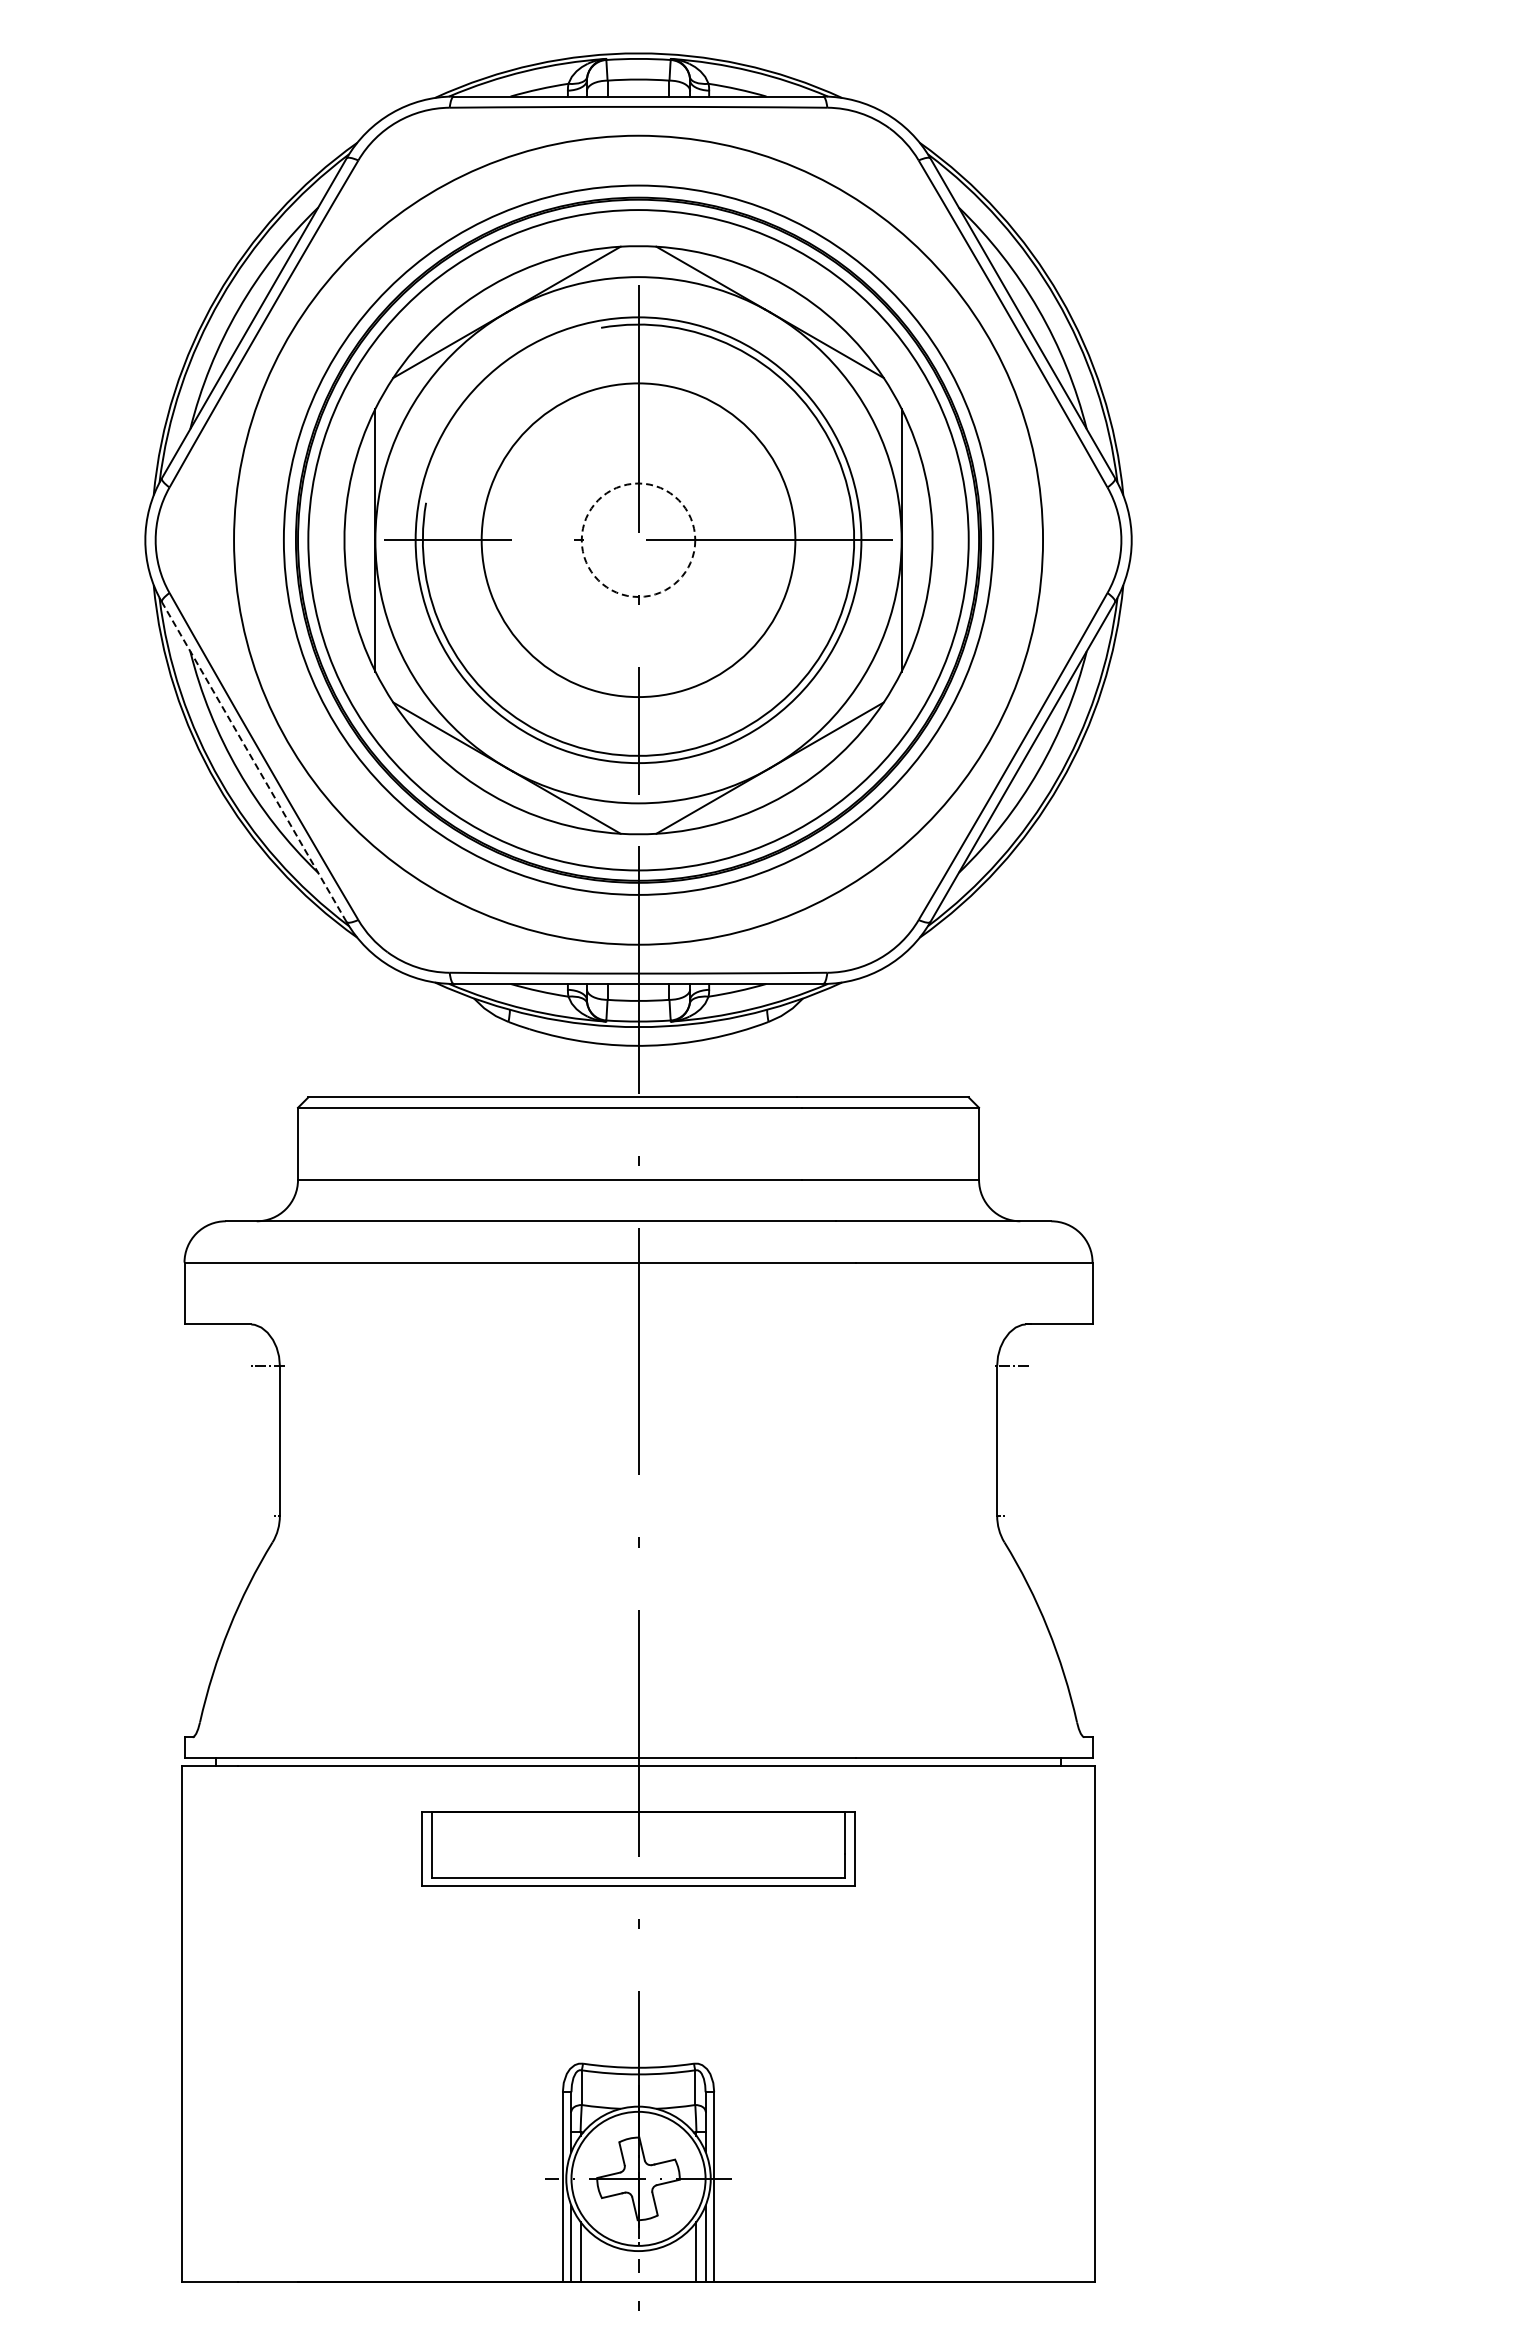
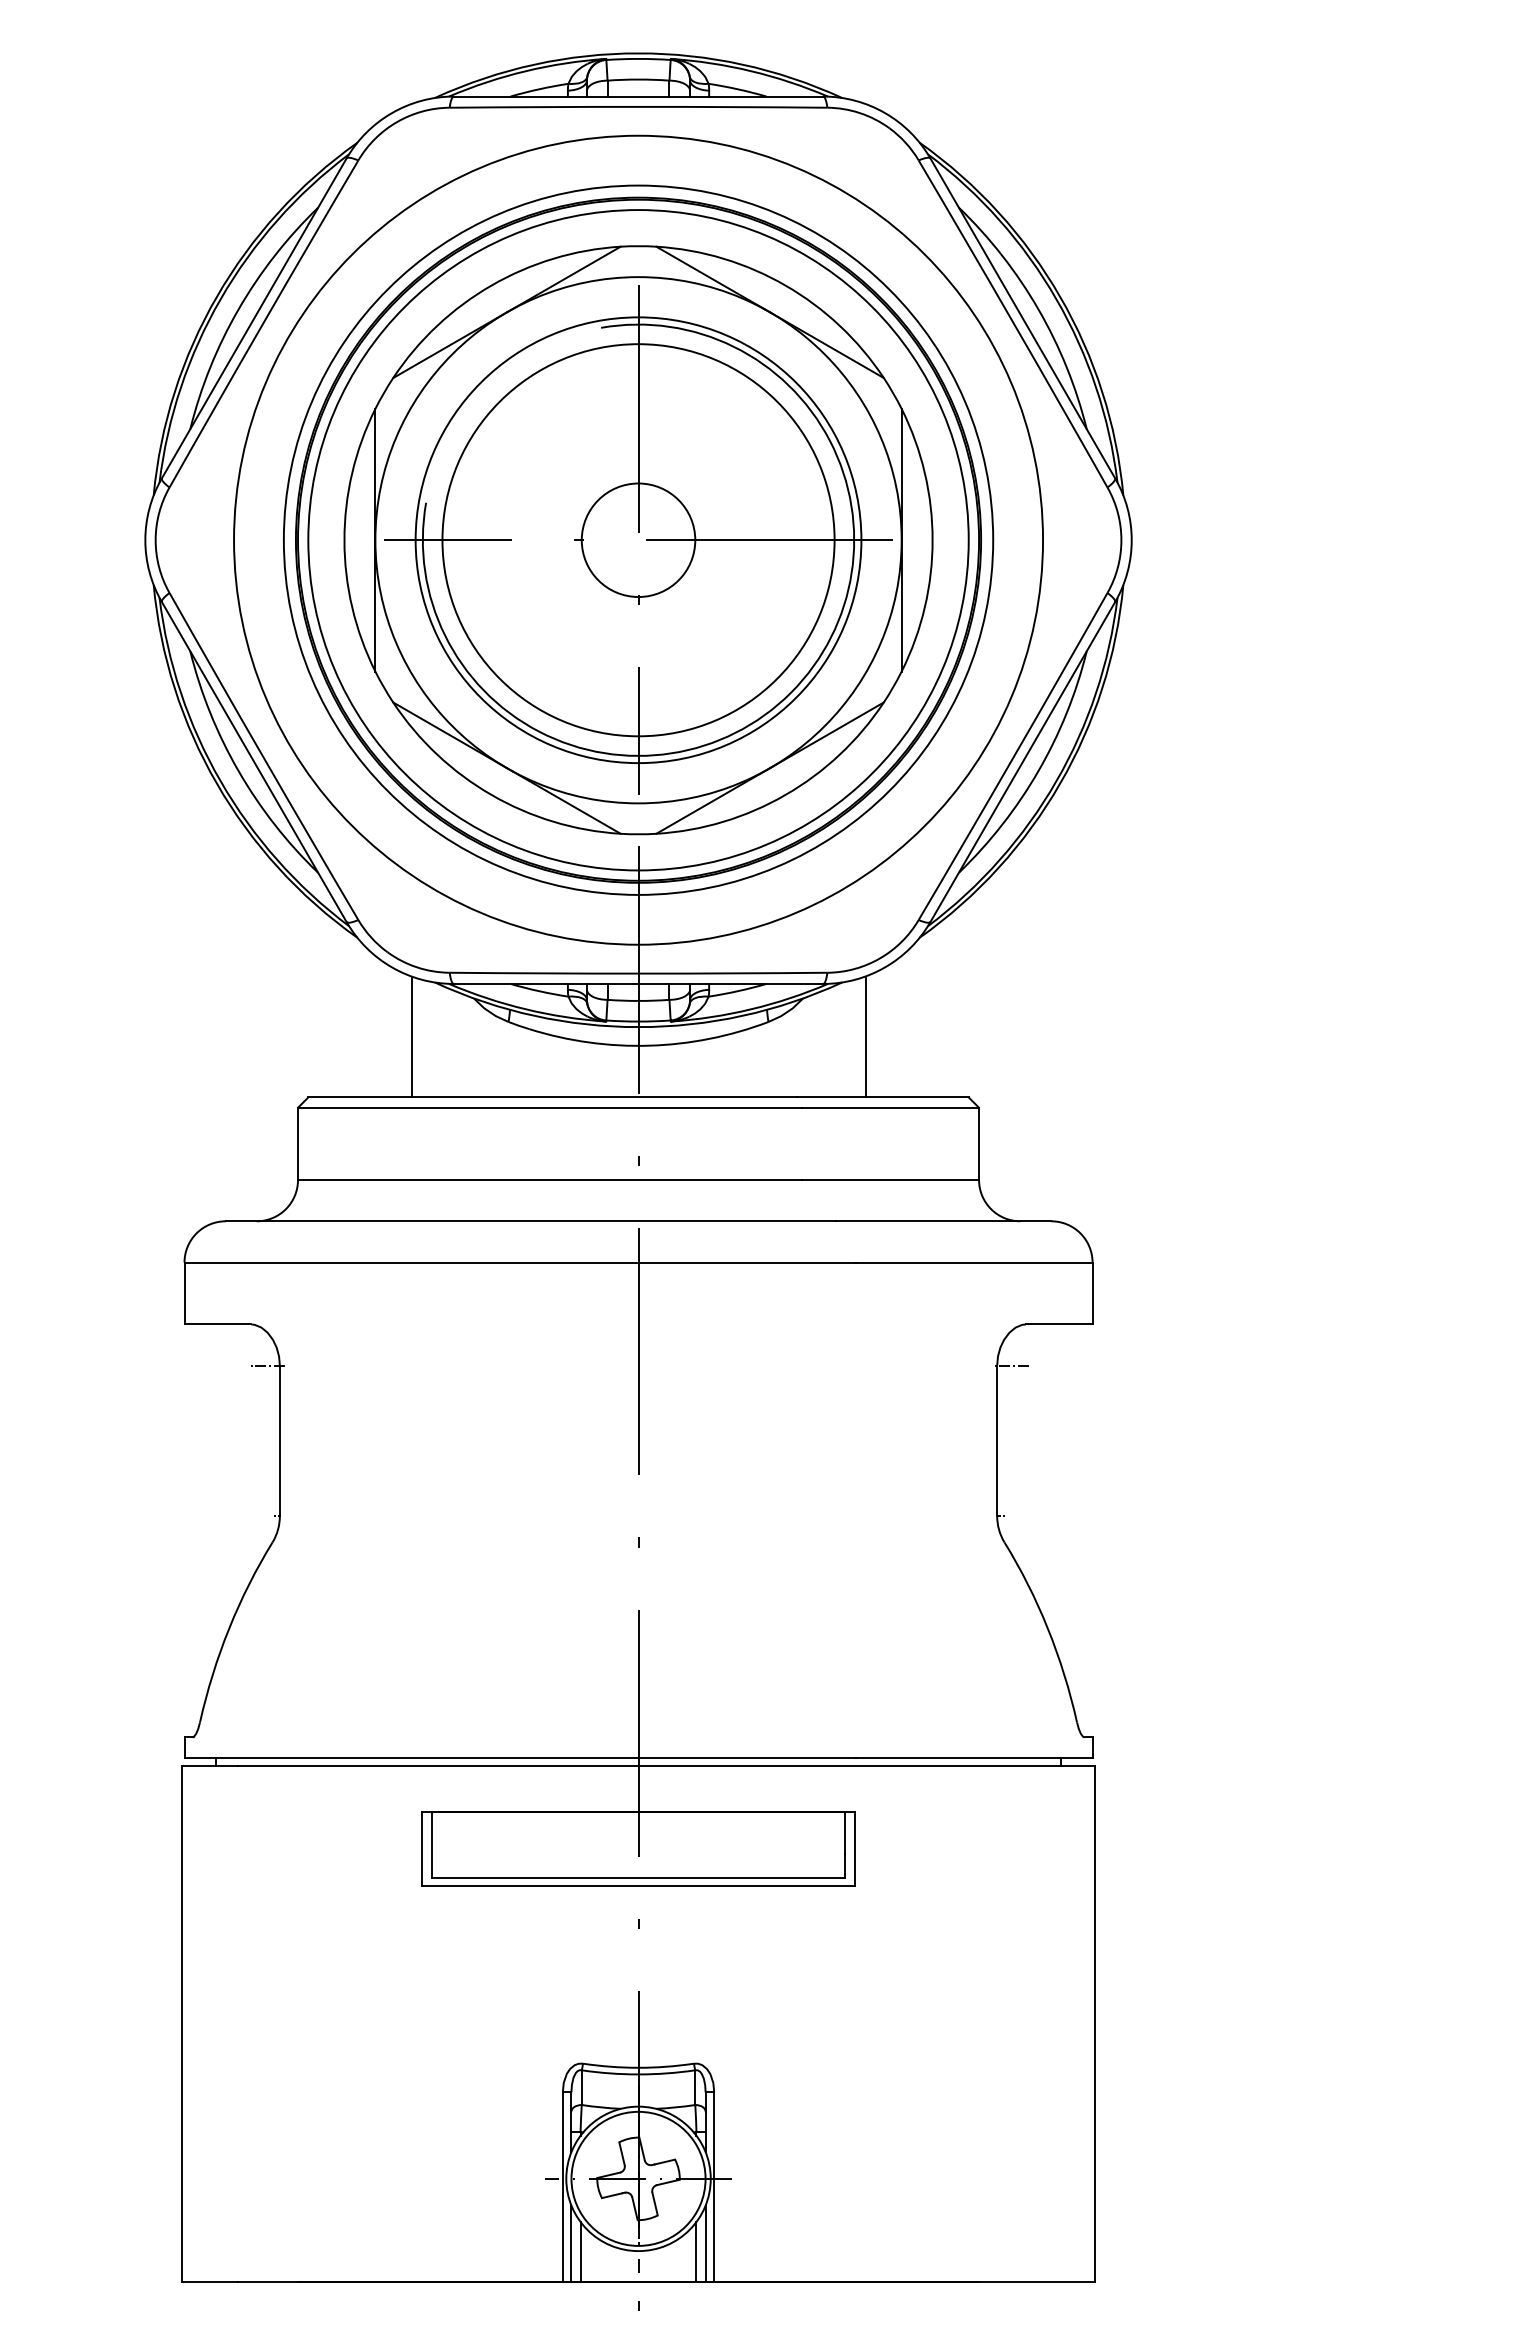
circle at (638, 540) diameter: 314 px -> 392 px
circle at (638, 540): dashed -> solid
line at (254, 762): dashed -> solid
line at (411, 1036): none -> present
line at (865, 1036): none -> present
